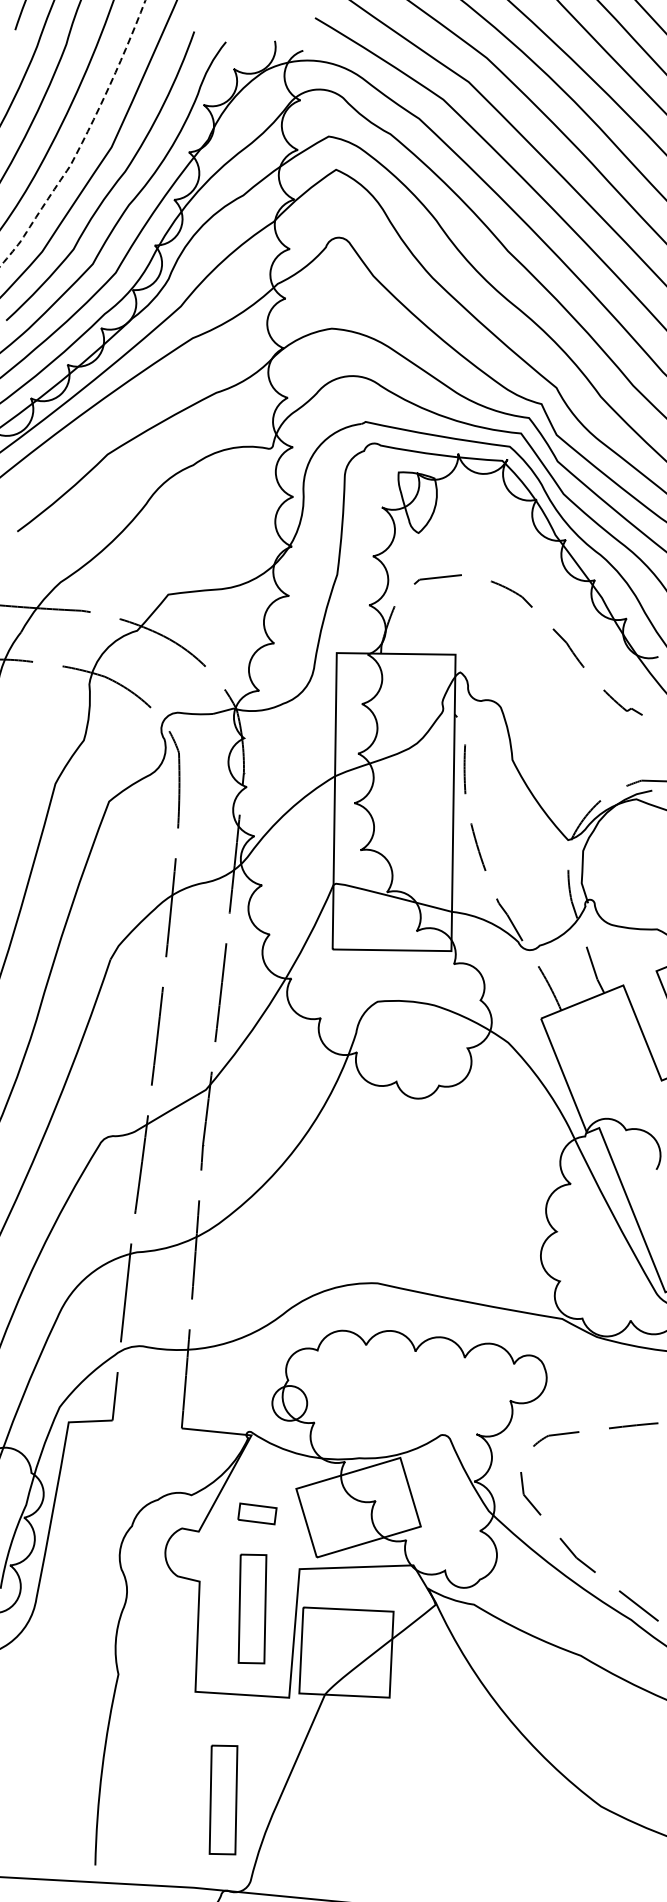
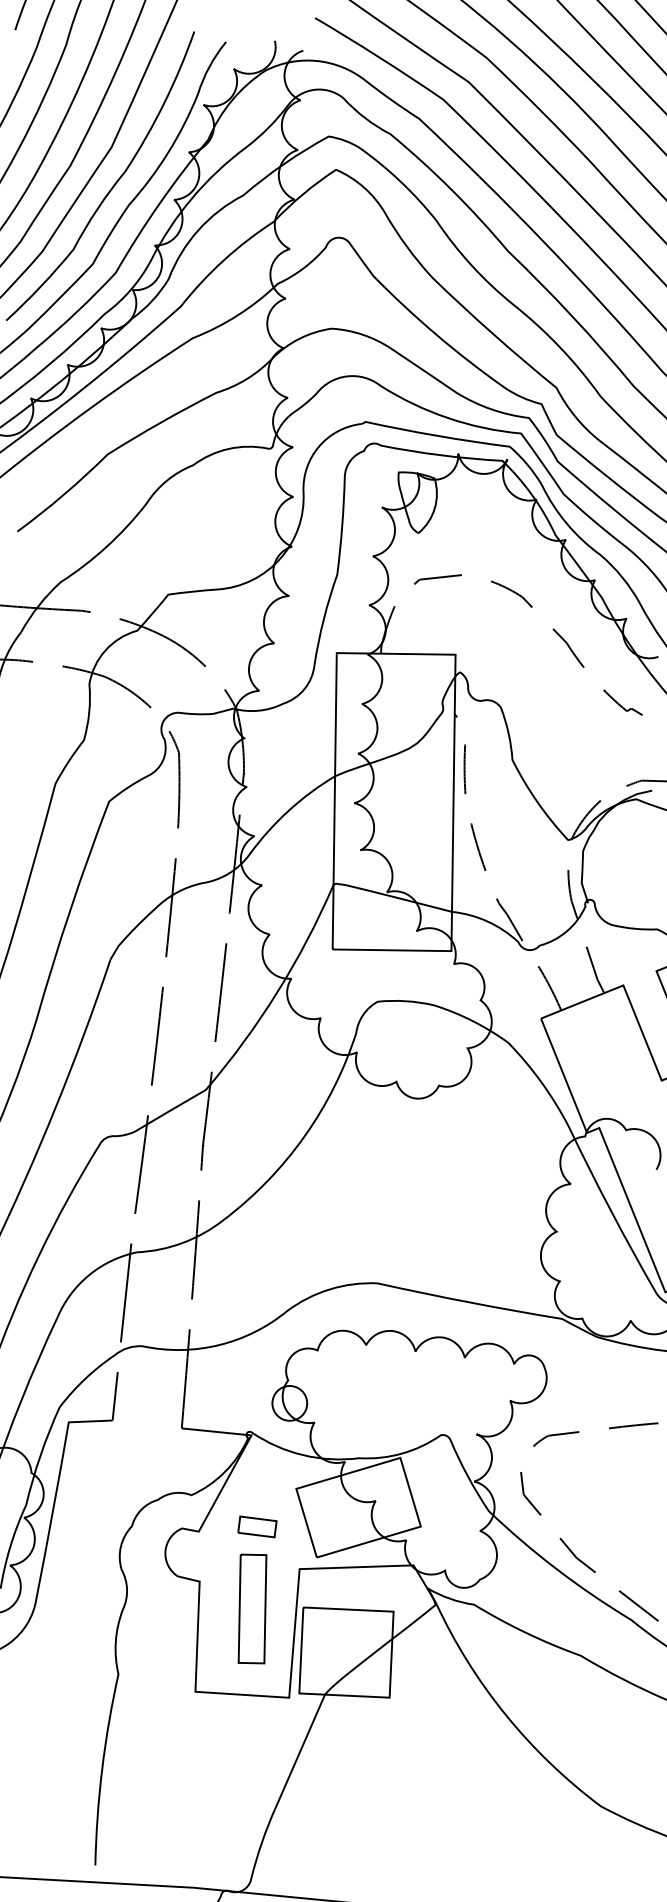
line at (82, 142): dashed -> solid
part at (257, 1513) position: (257, 1513) -> (257, 1526)
part at (223, 1799): present -> none
